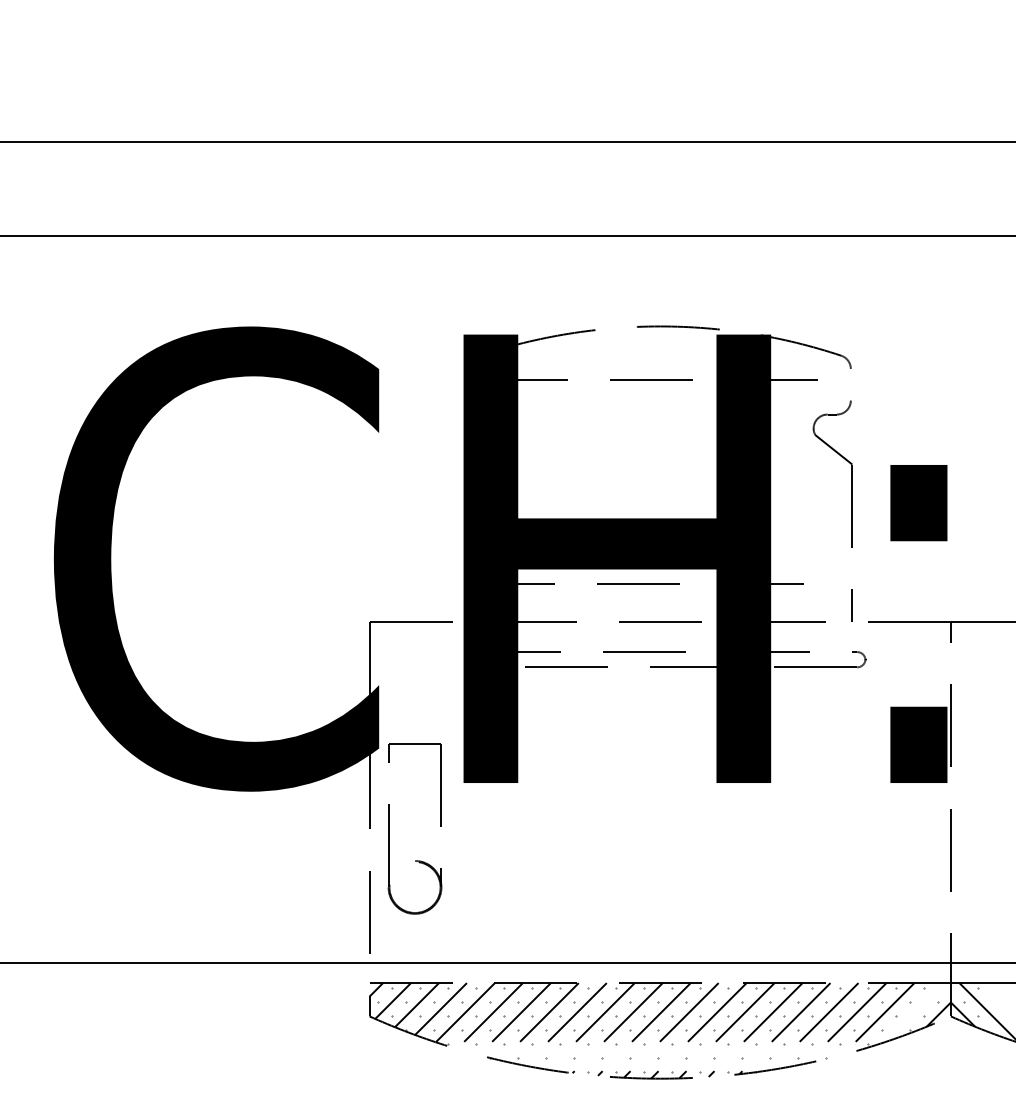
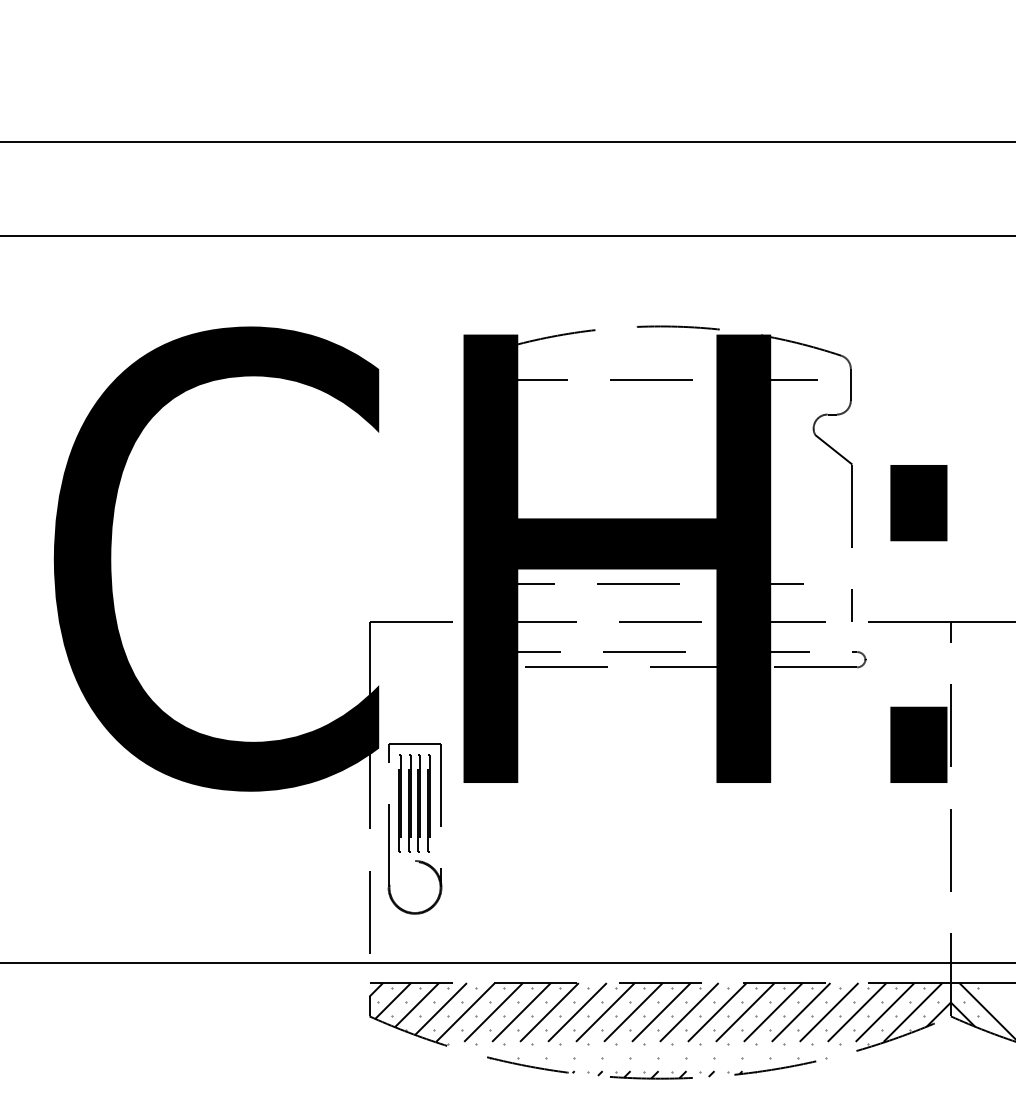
line at (850, 384): none -> present
part at (414, 803): none -> present
line at (912, 1012): none -> present
